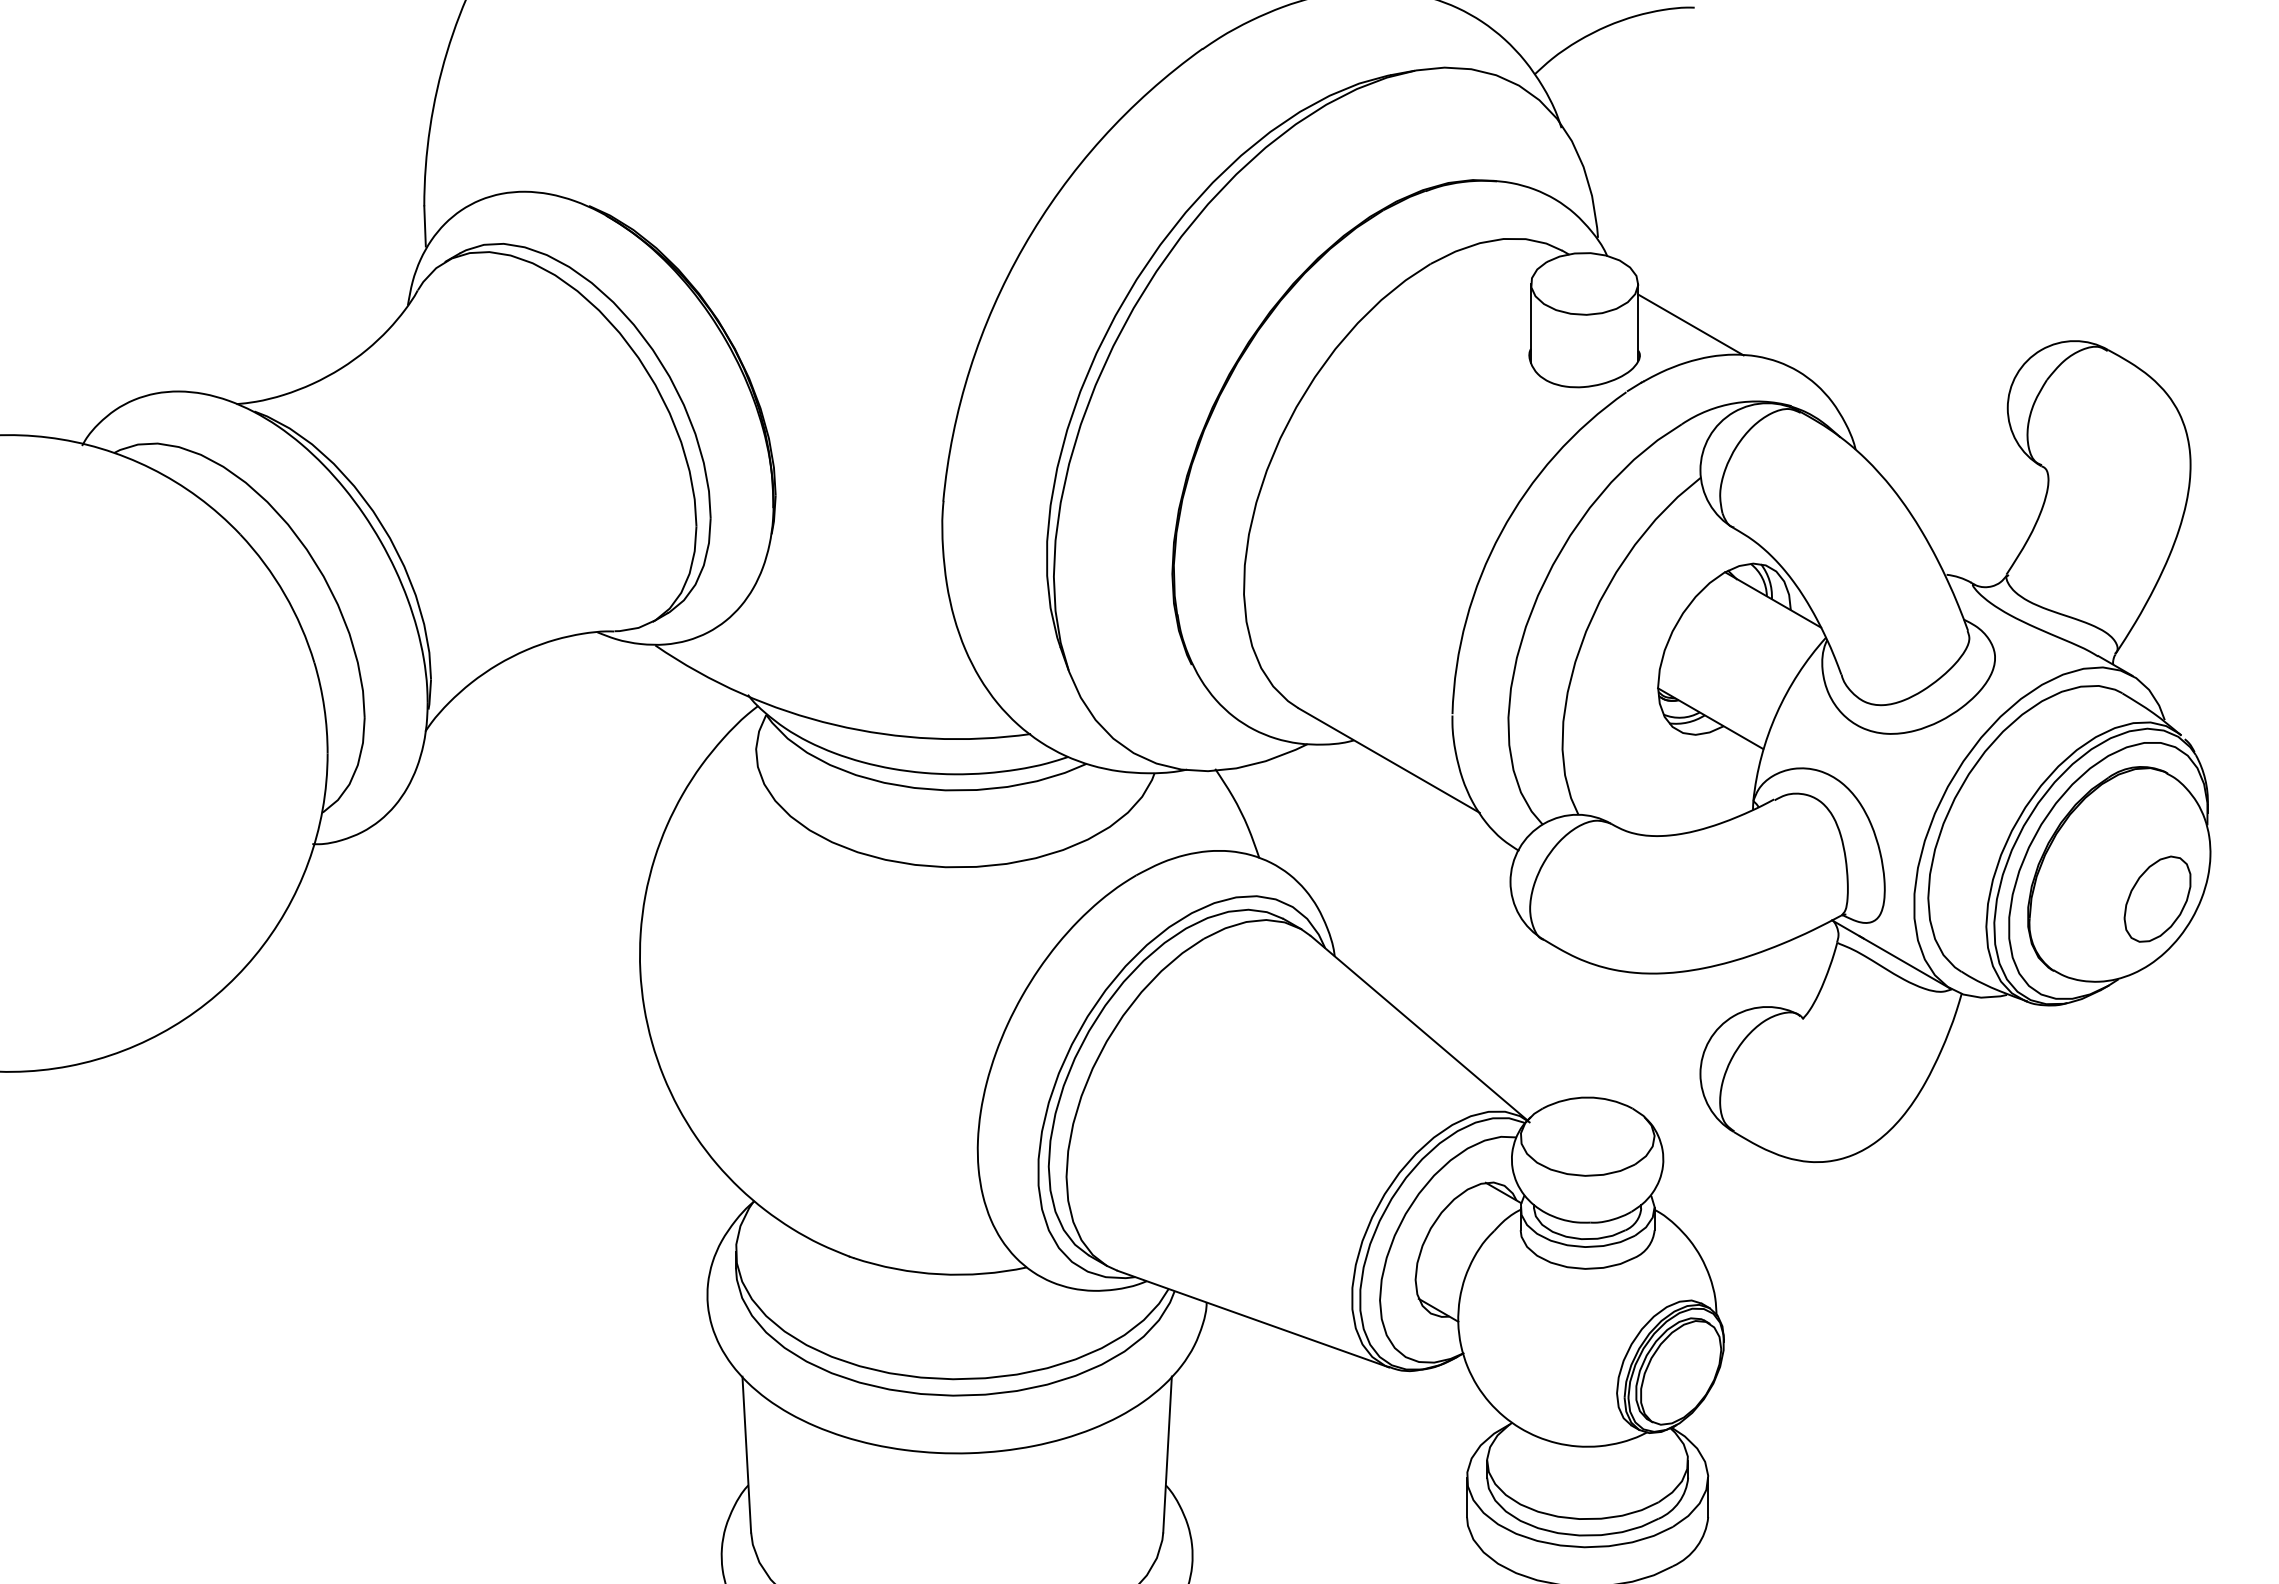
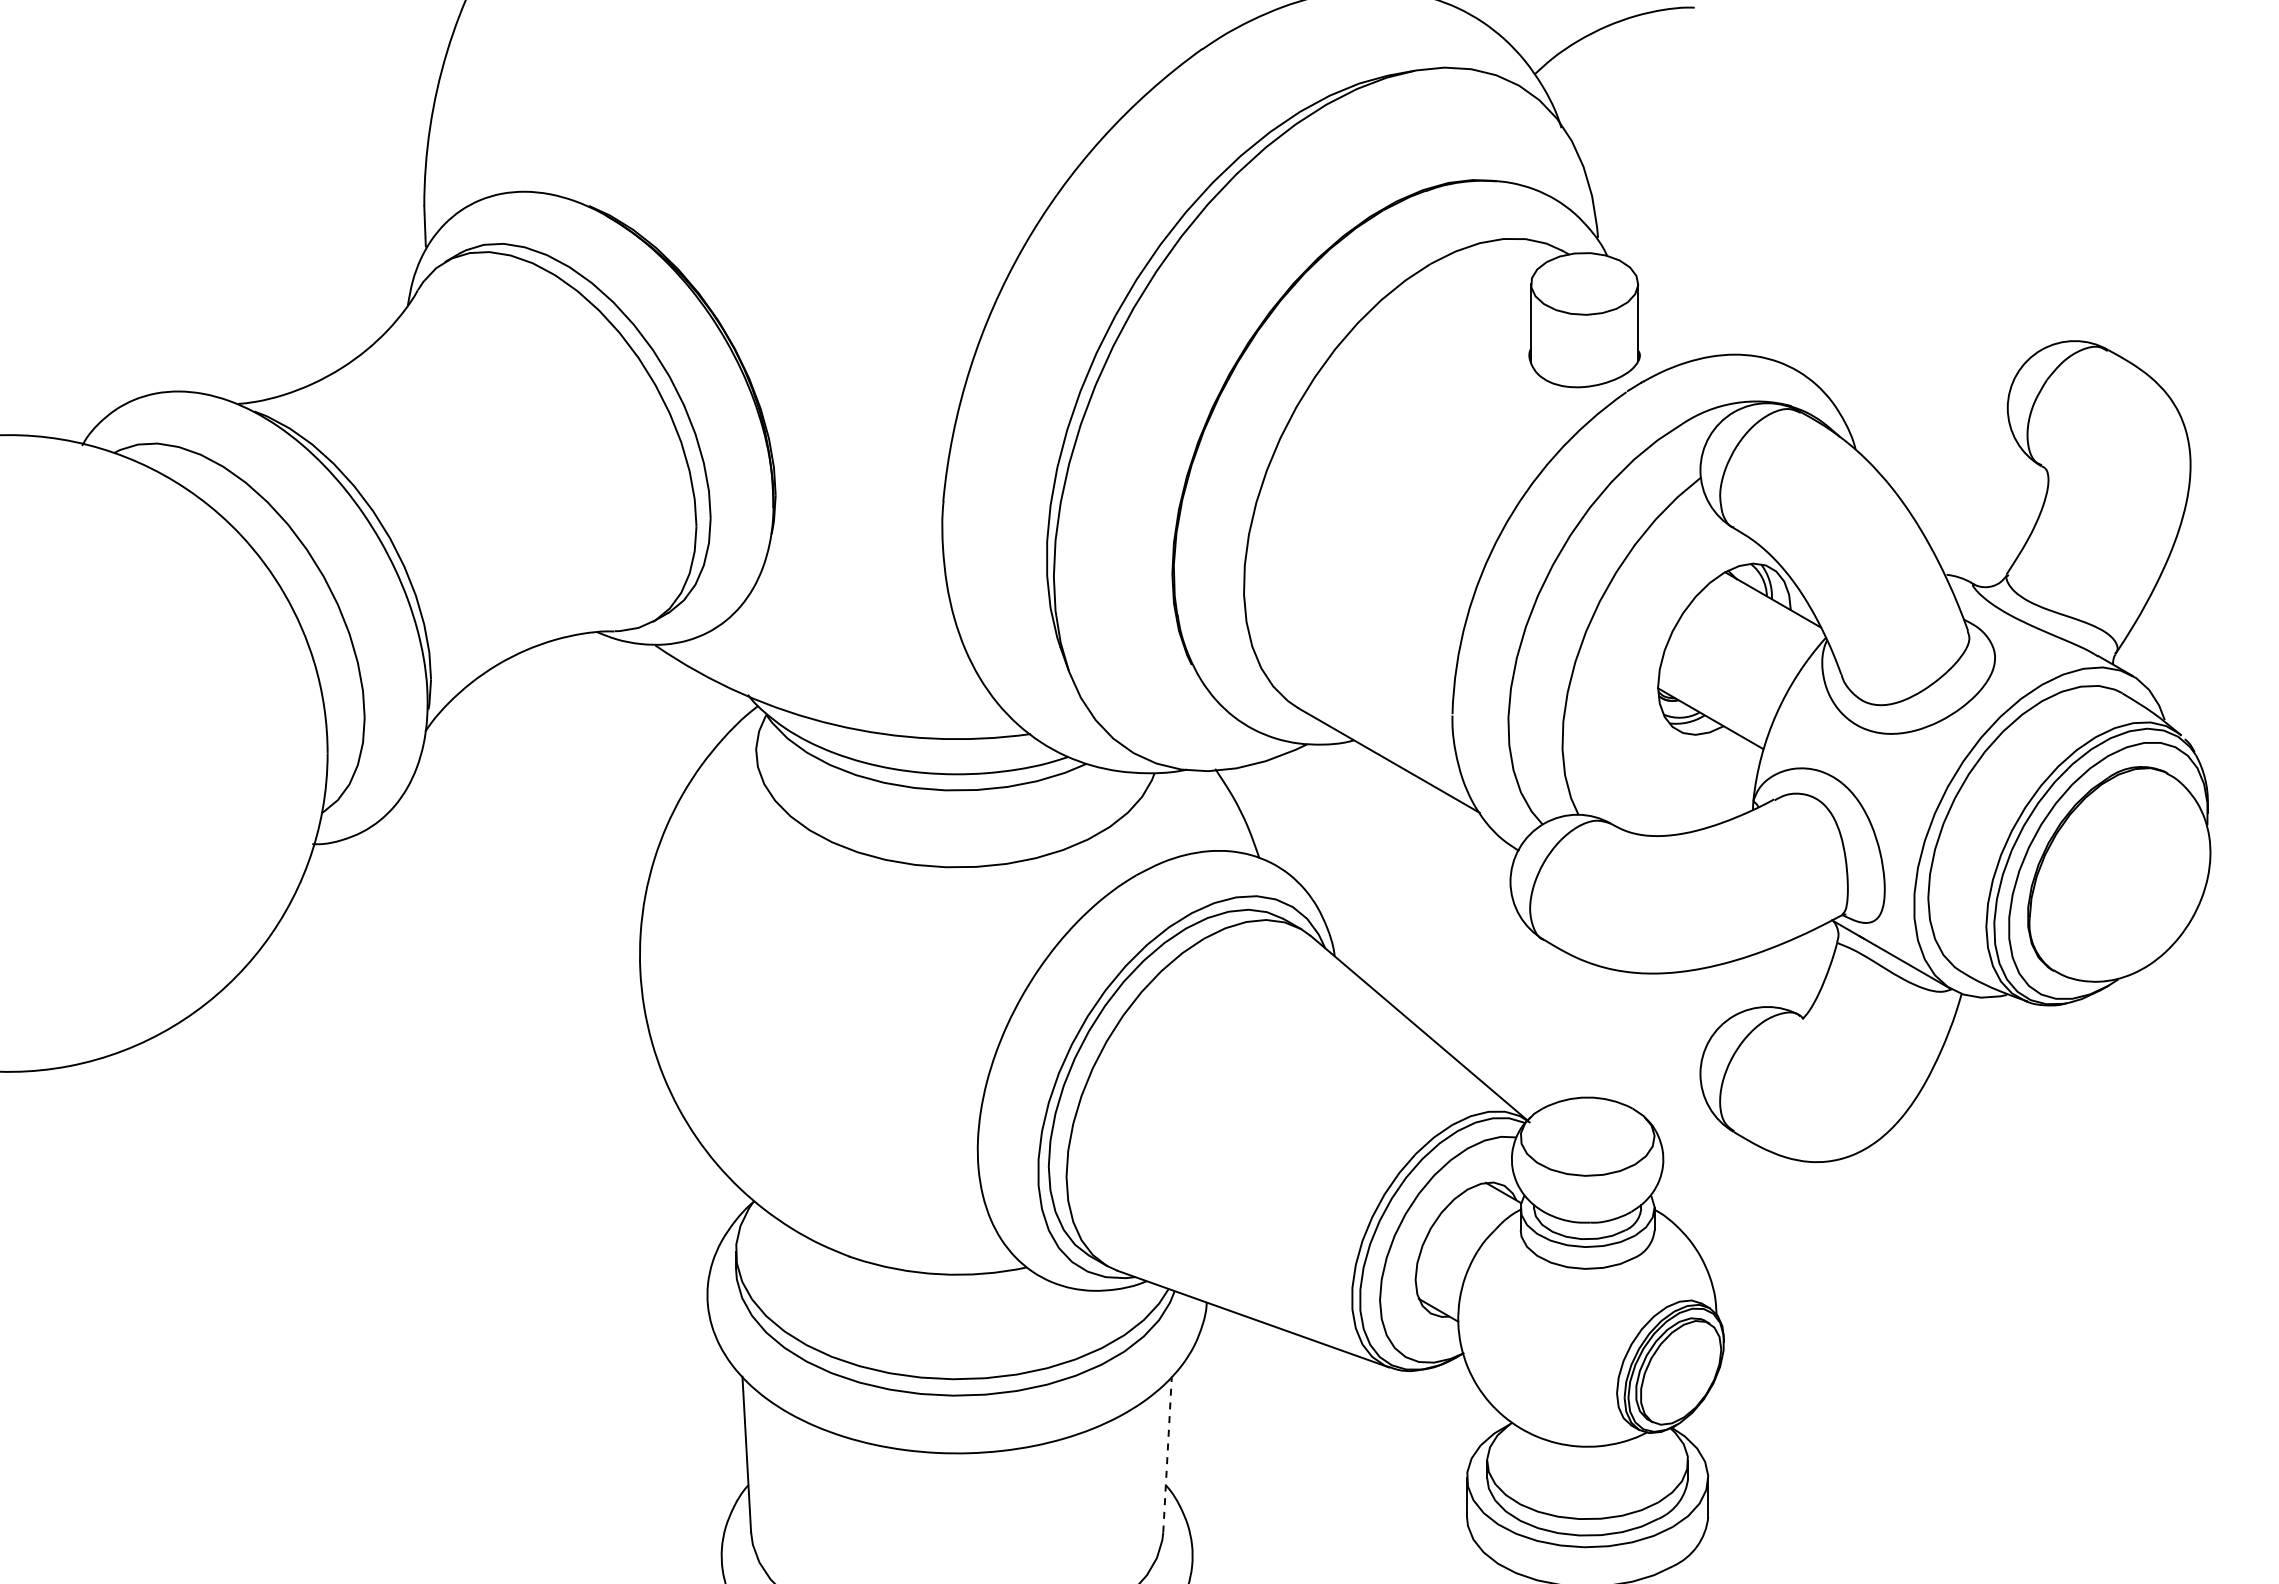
line at (1690, 324): present -> none
part at (2157, 898): present -> none
line at (1167, 1454): solid -> dashed
